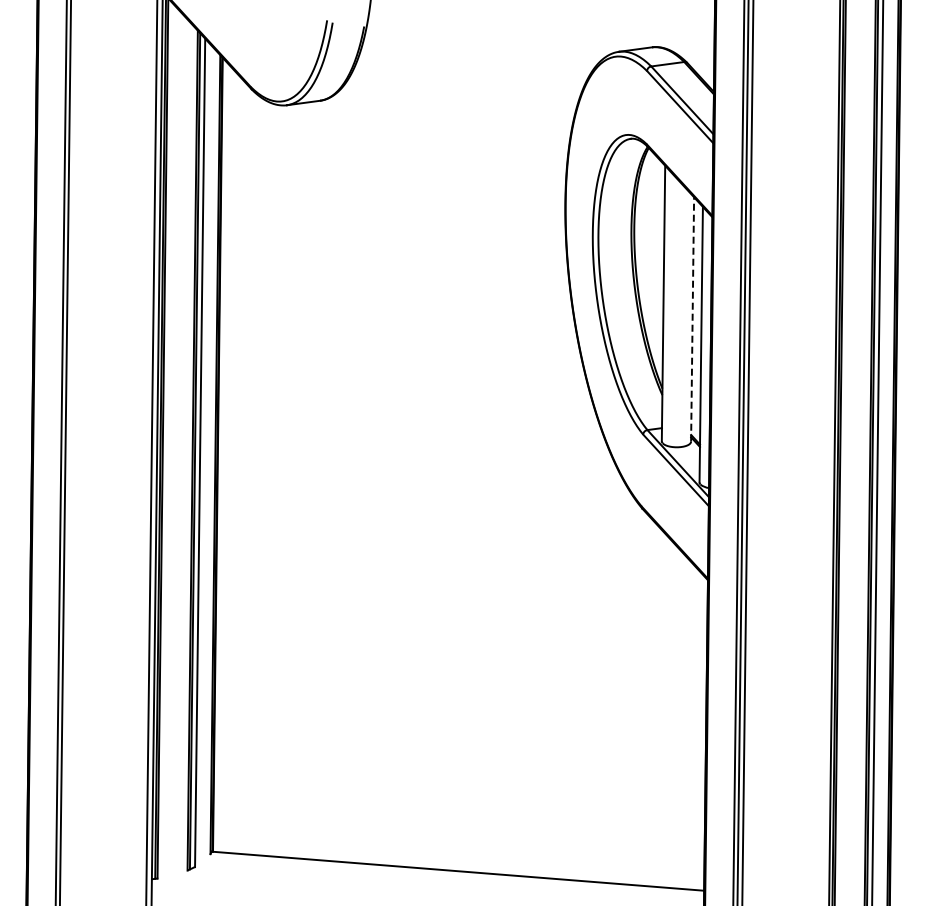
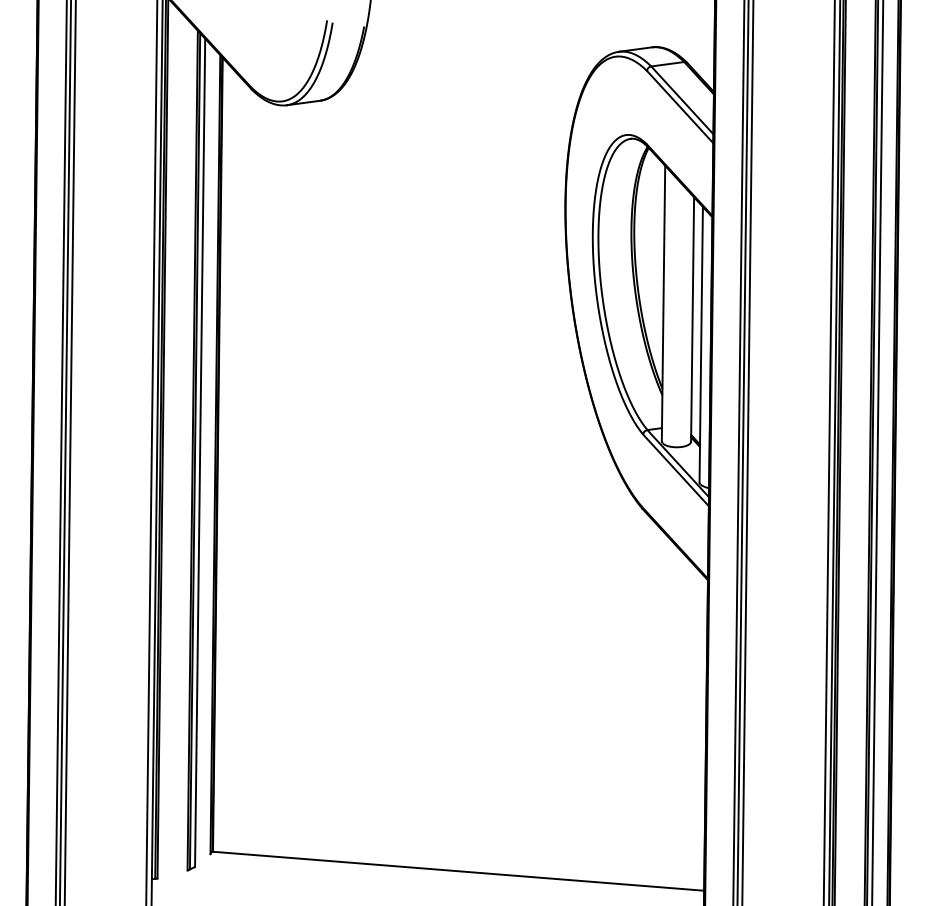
line at (692, 319): dashed -> solid
line at (69, 452): none -> present
line at (828, 452): none -> present
